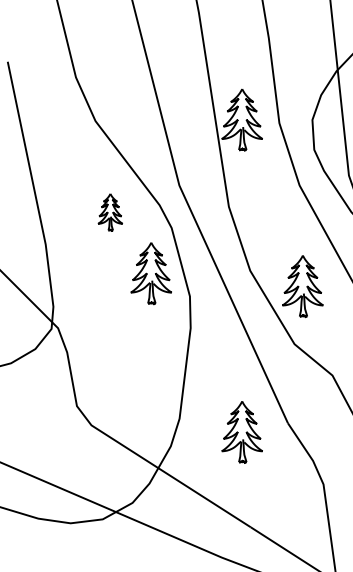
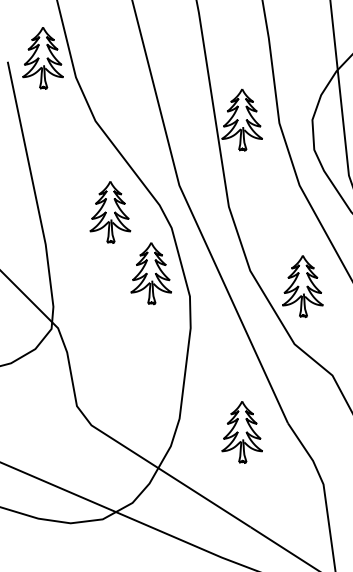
part at (42, 58): none -> present
part at (109, 212) size: 26x39 px -> 43x63 px
